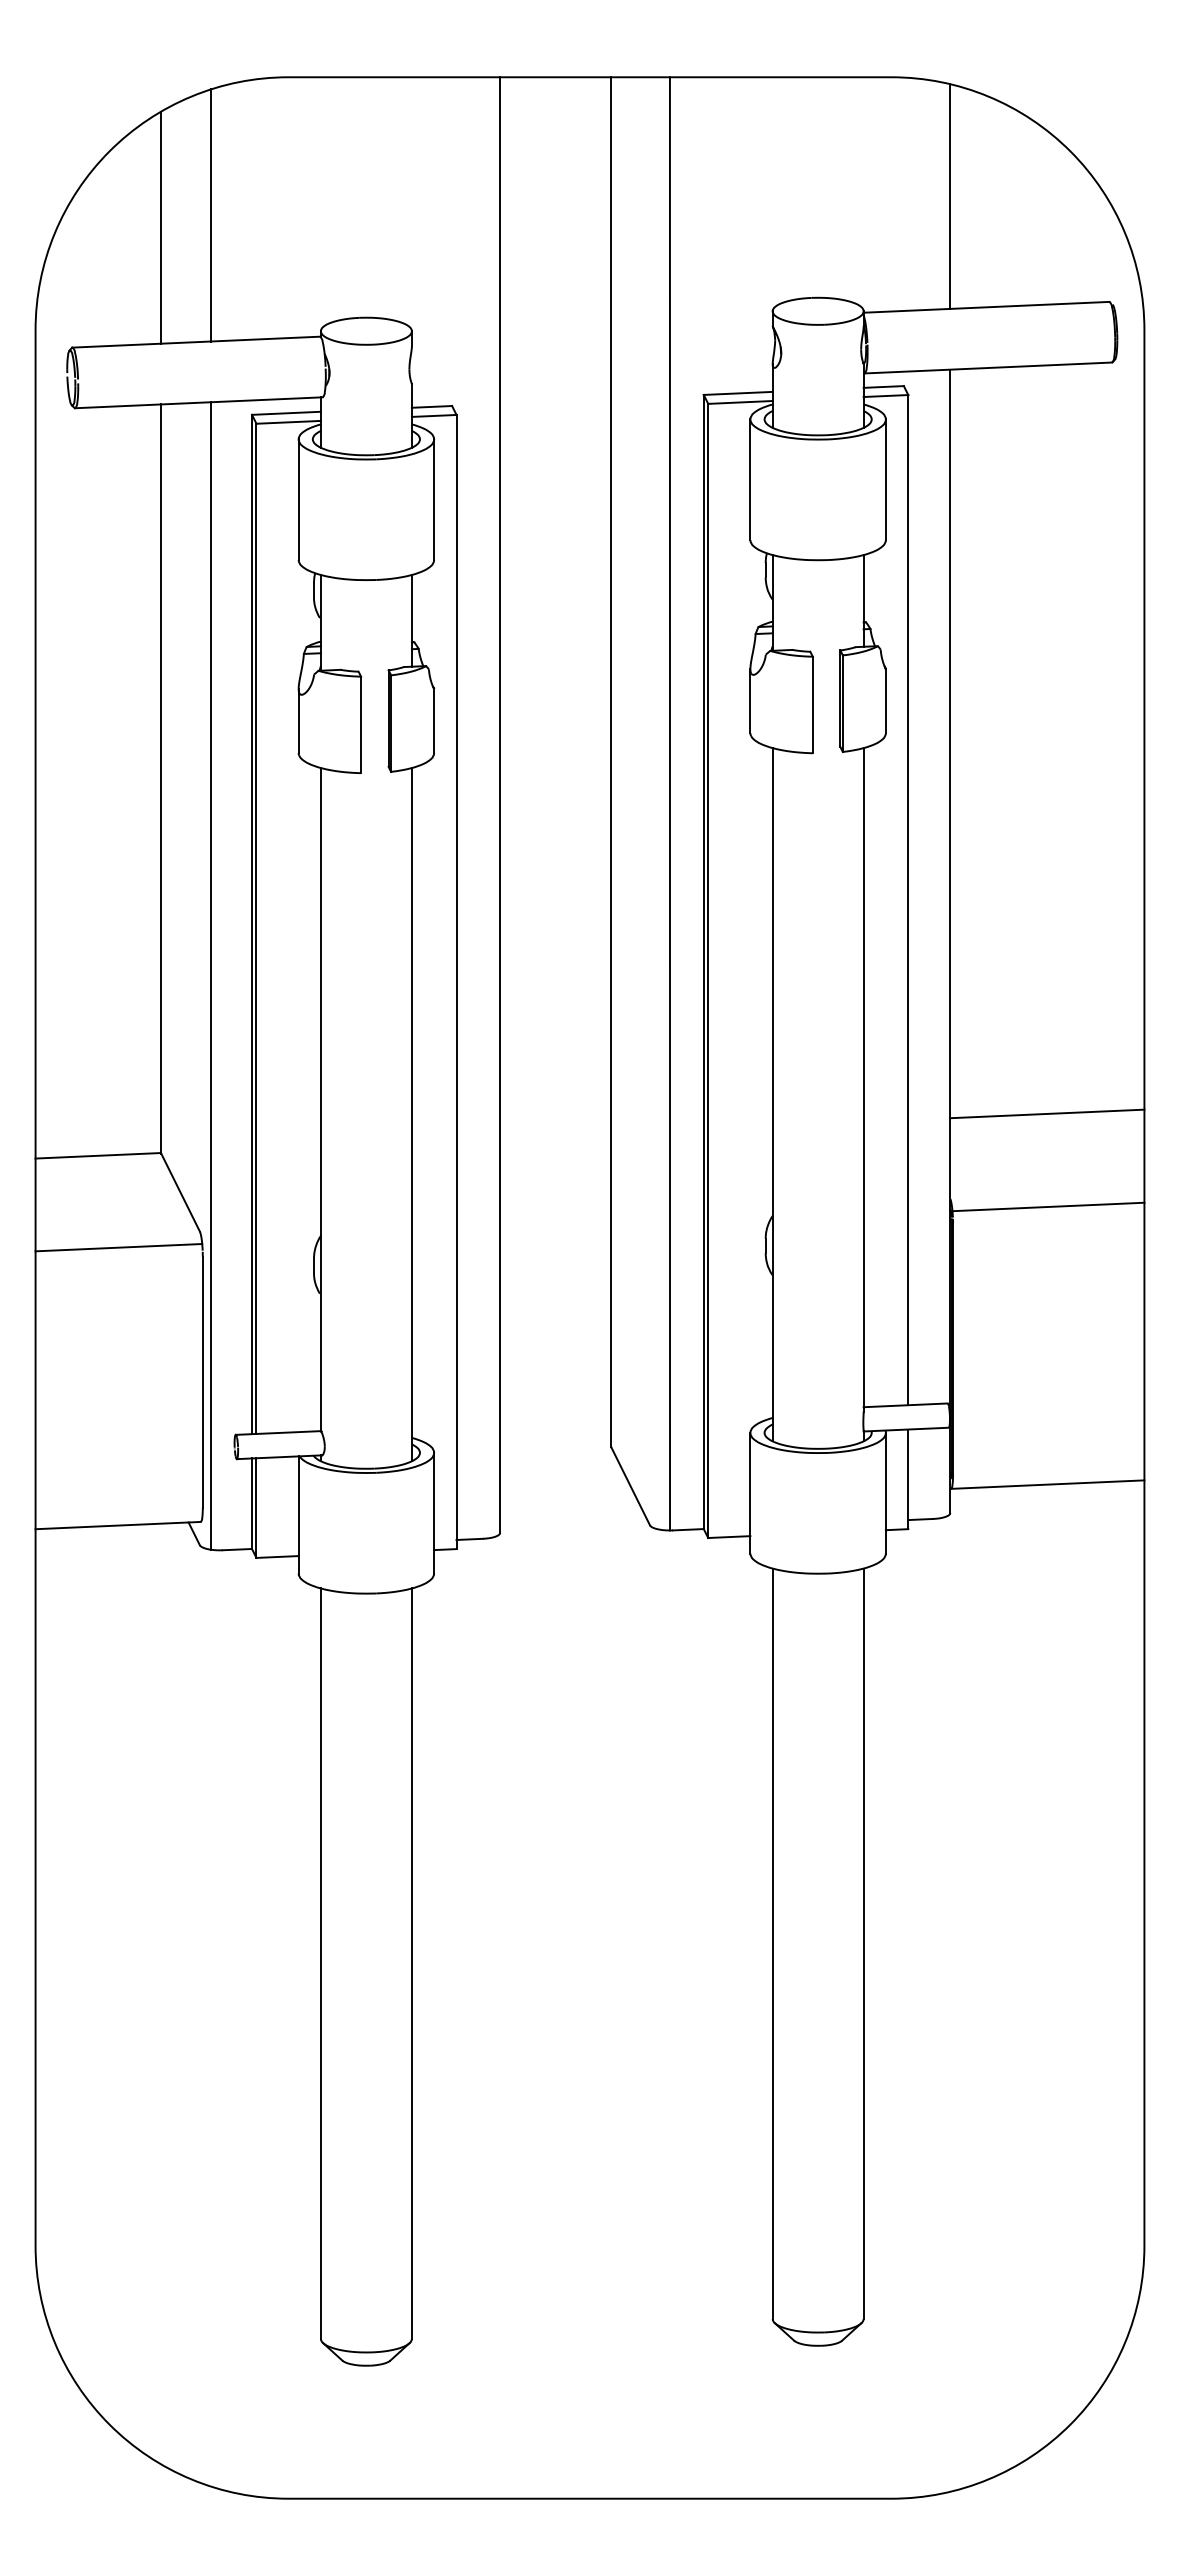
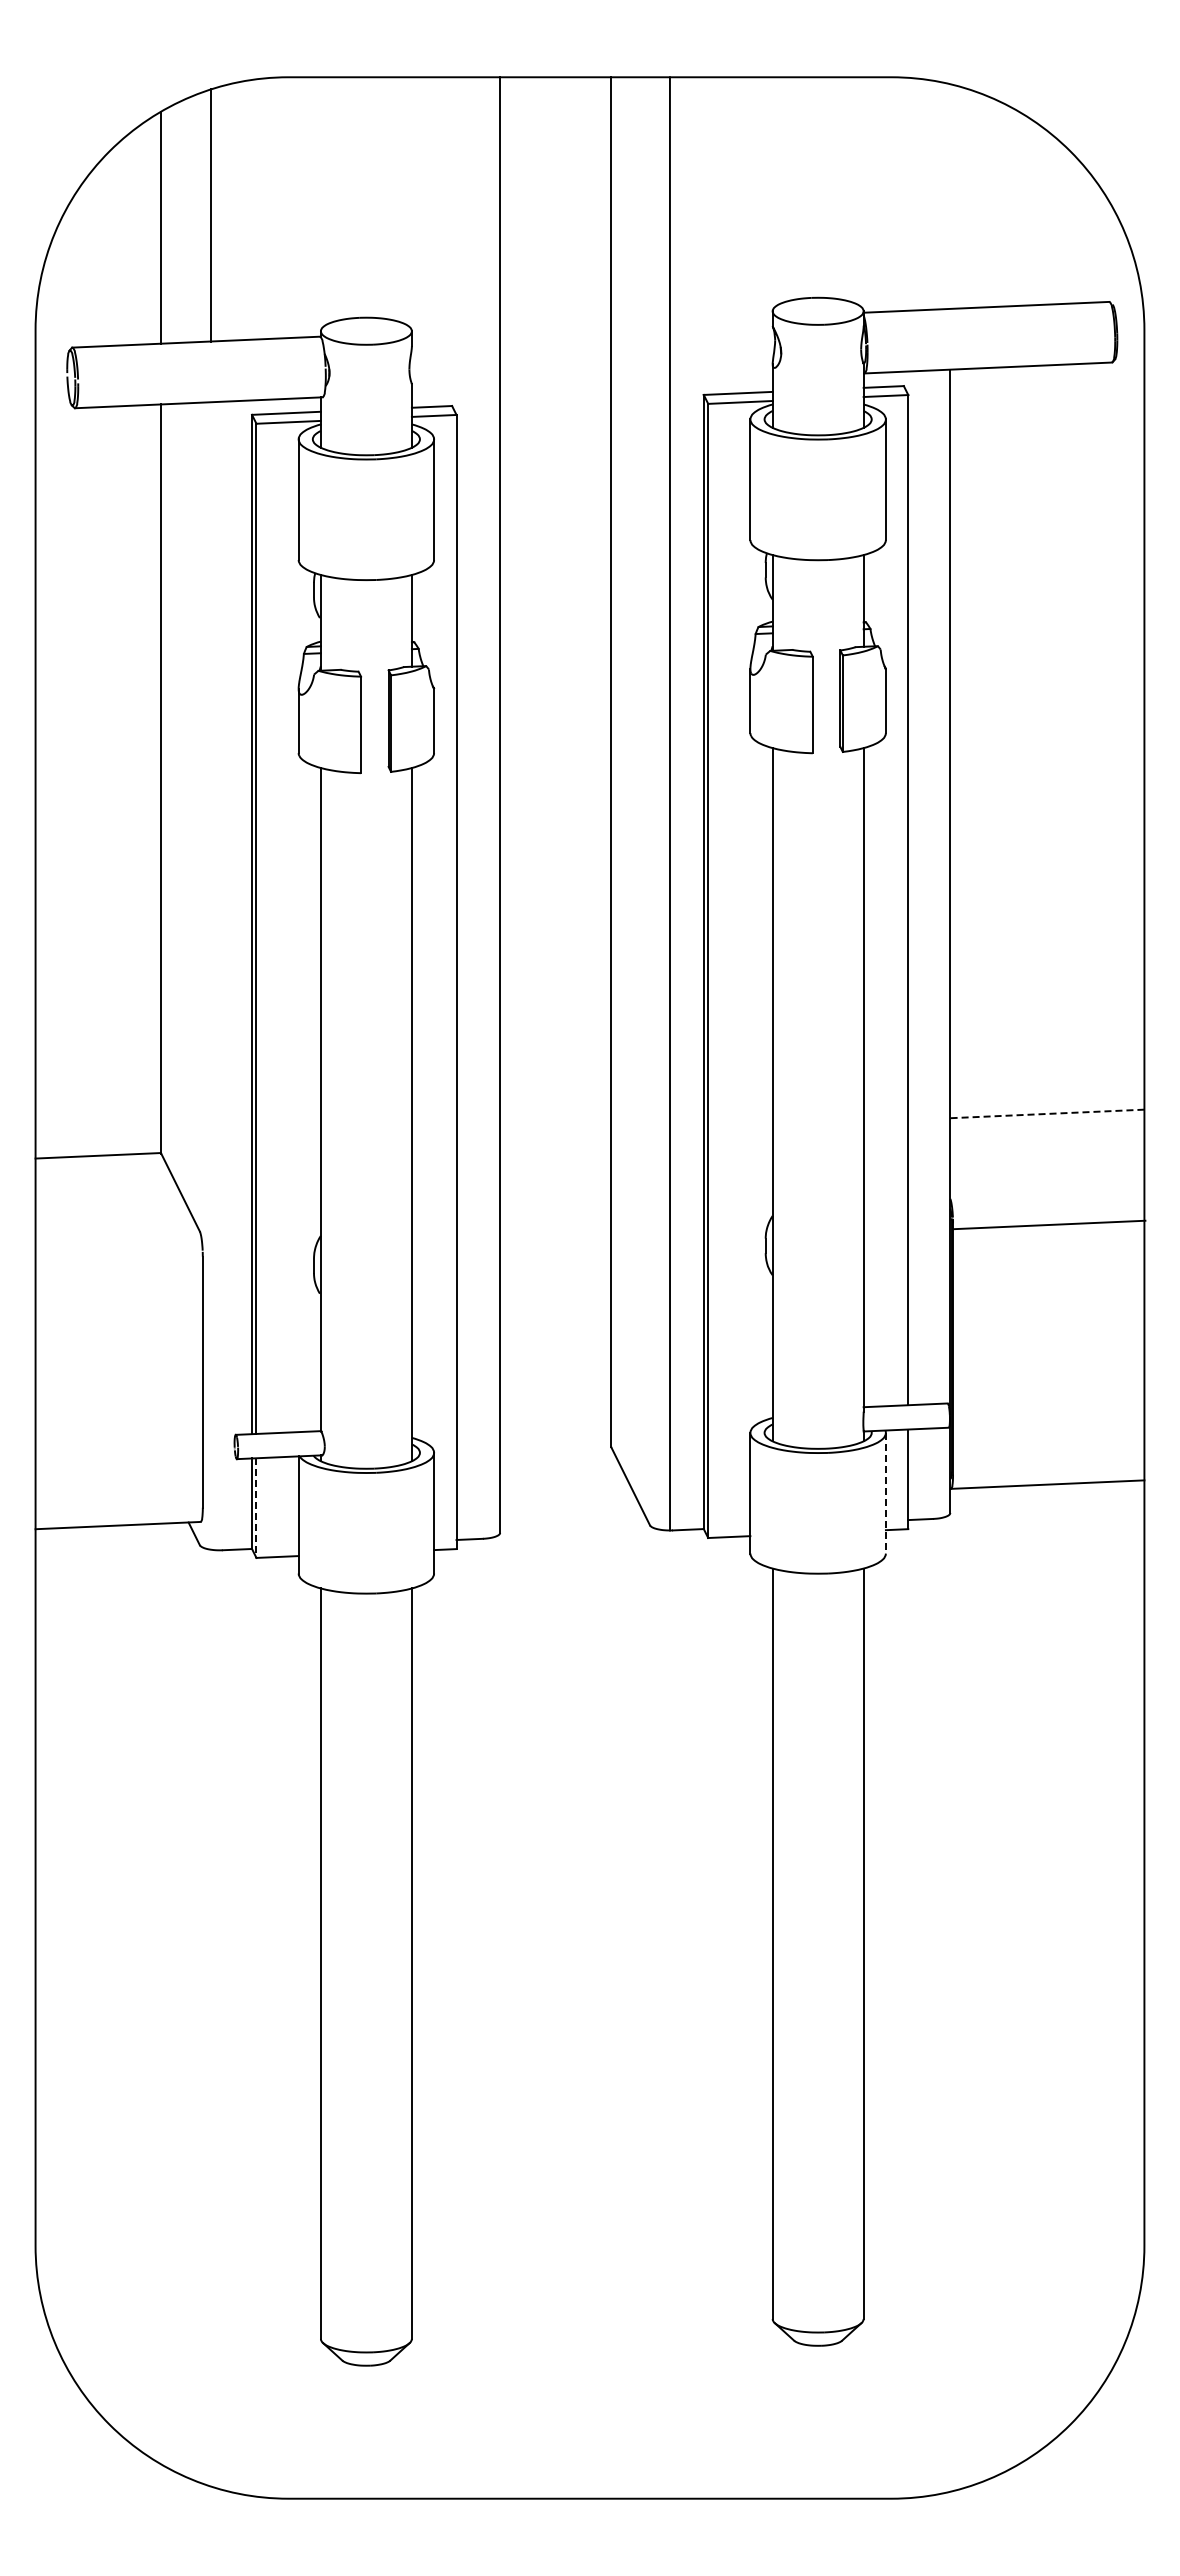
line at (950, 196): present -> none
line at (210, 975): present -> none
line at (1046, 1113): solid -> dashed
line at (1048, 1206) position: (1048, 1206) -> (1049, 1224)
line at (118, 1247): present -> none
line at (885, 1493): solid -> dashed
line at (256, 1508): solid -> dashed
